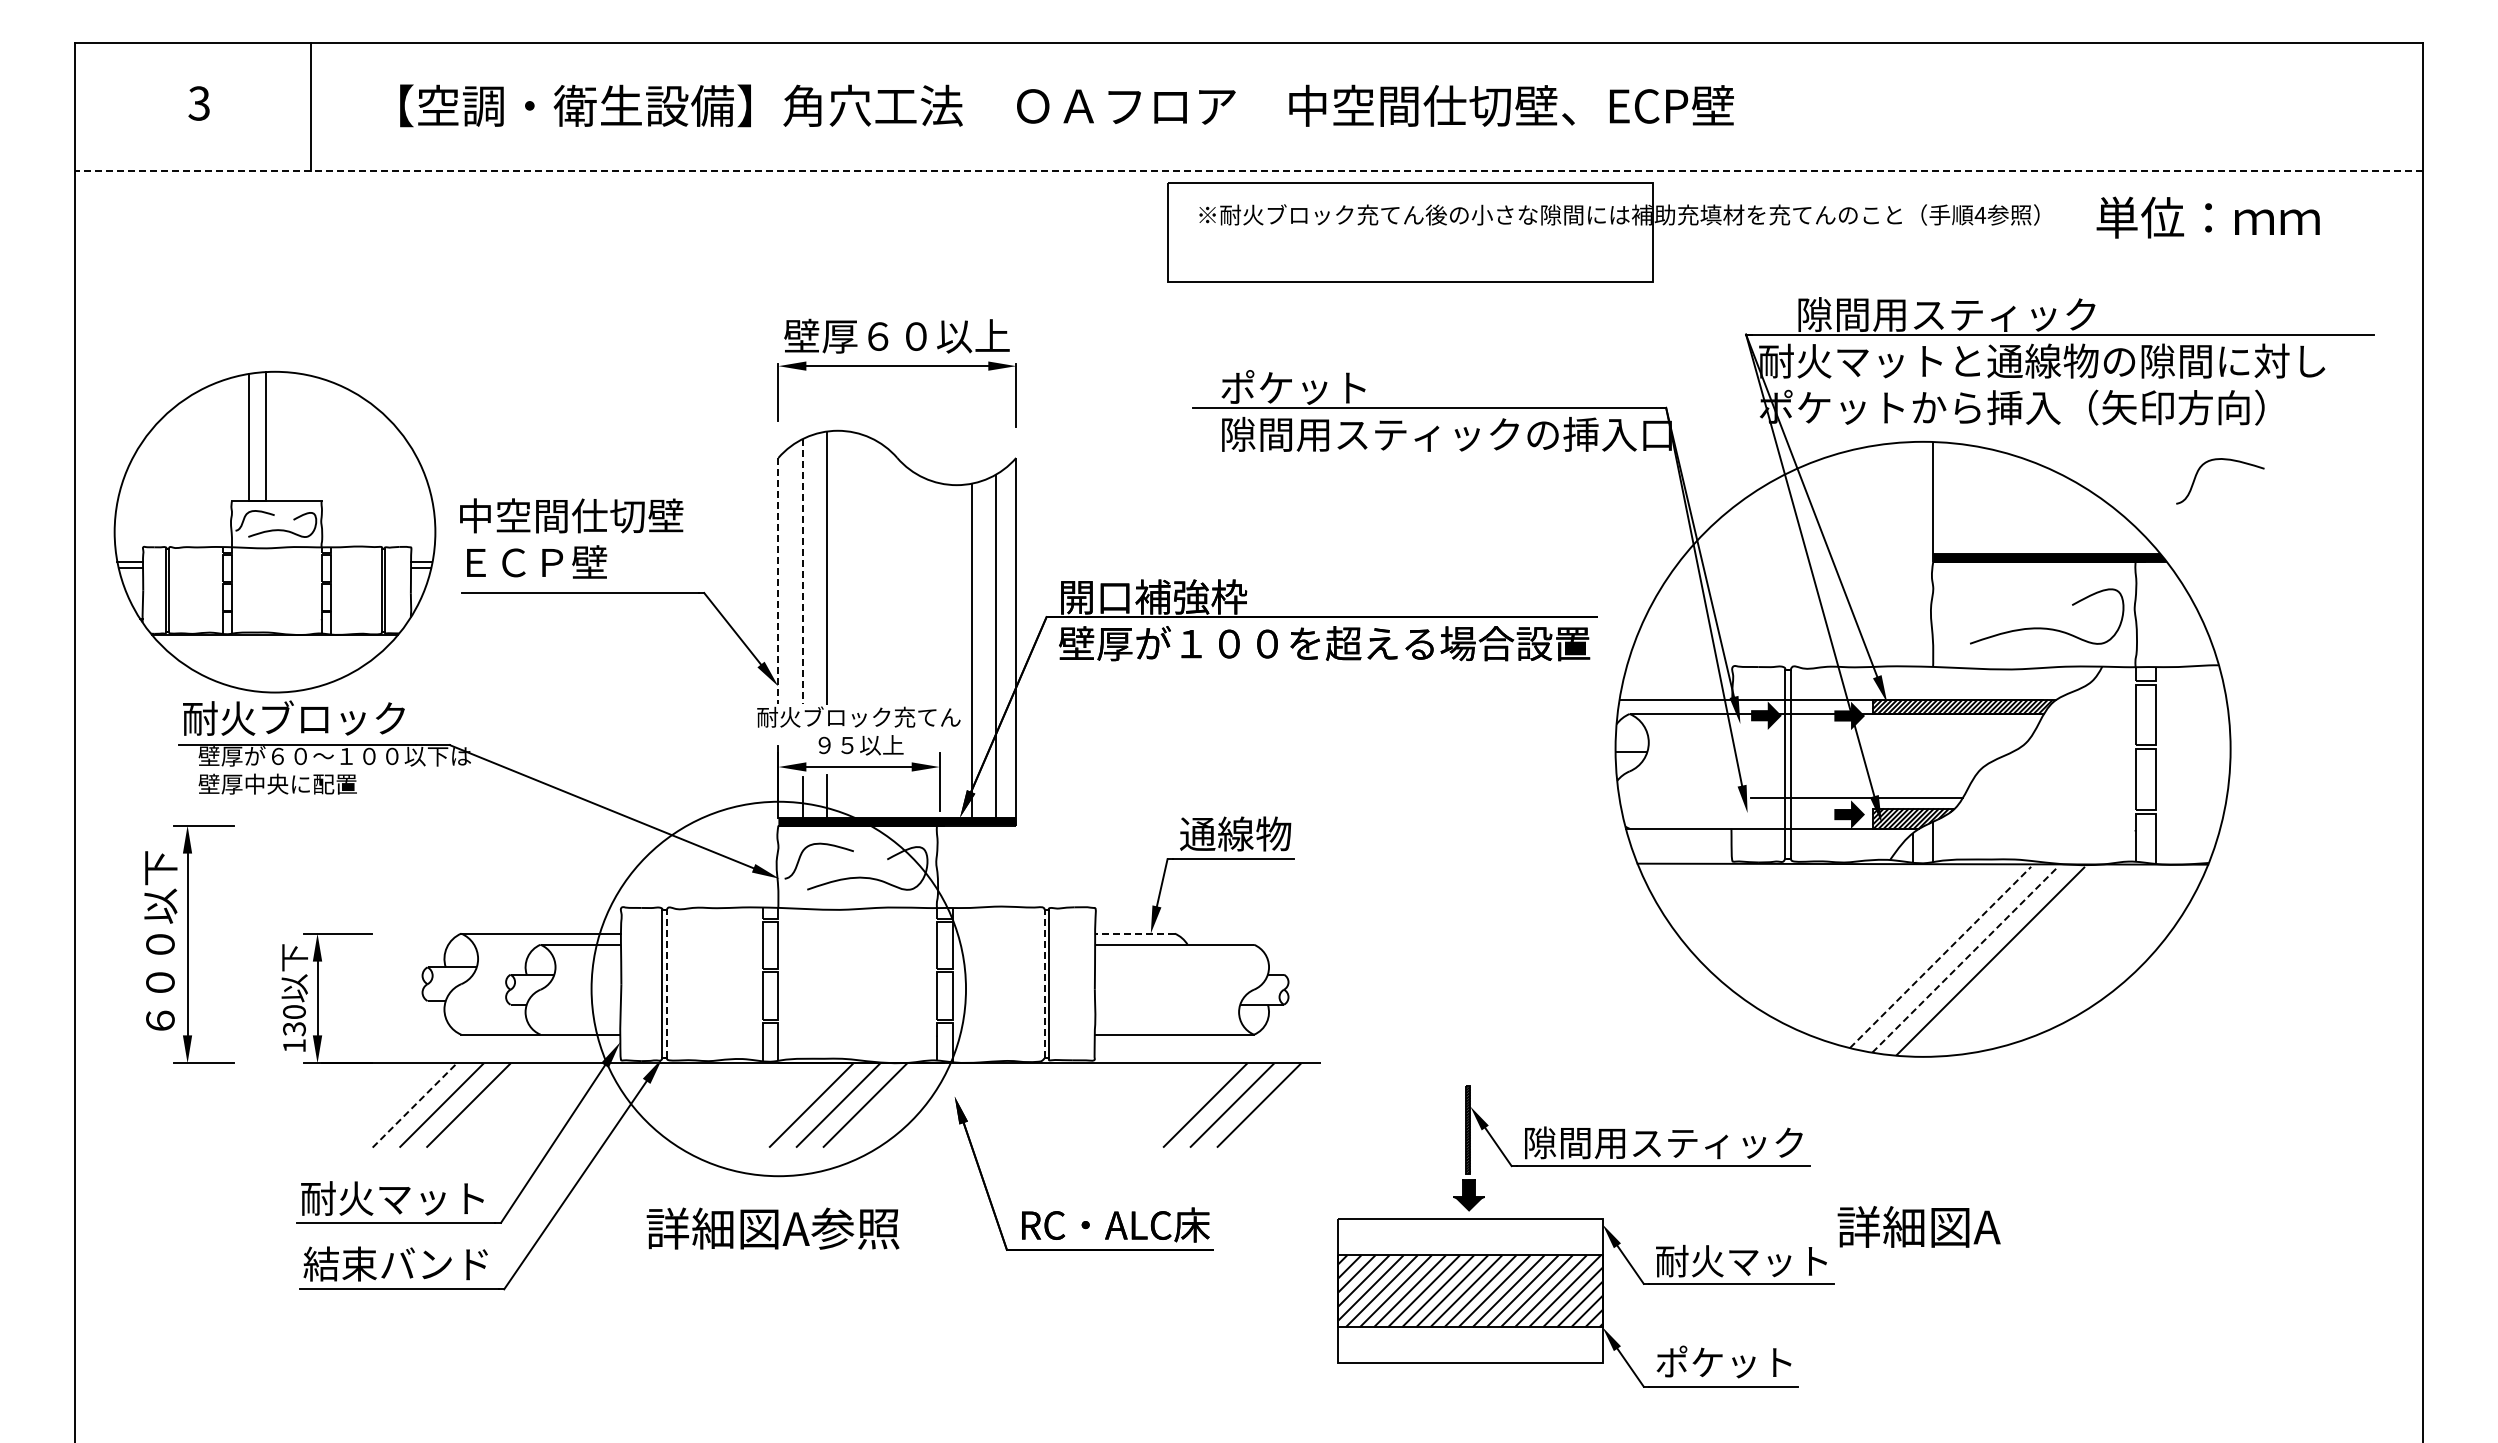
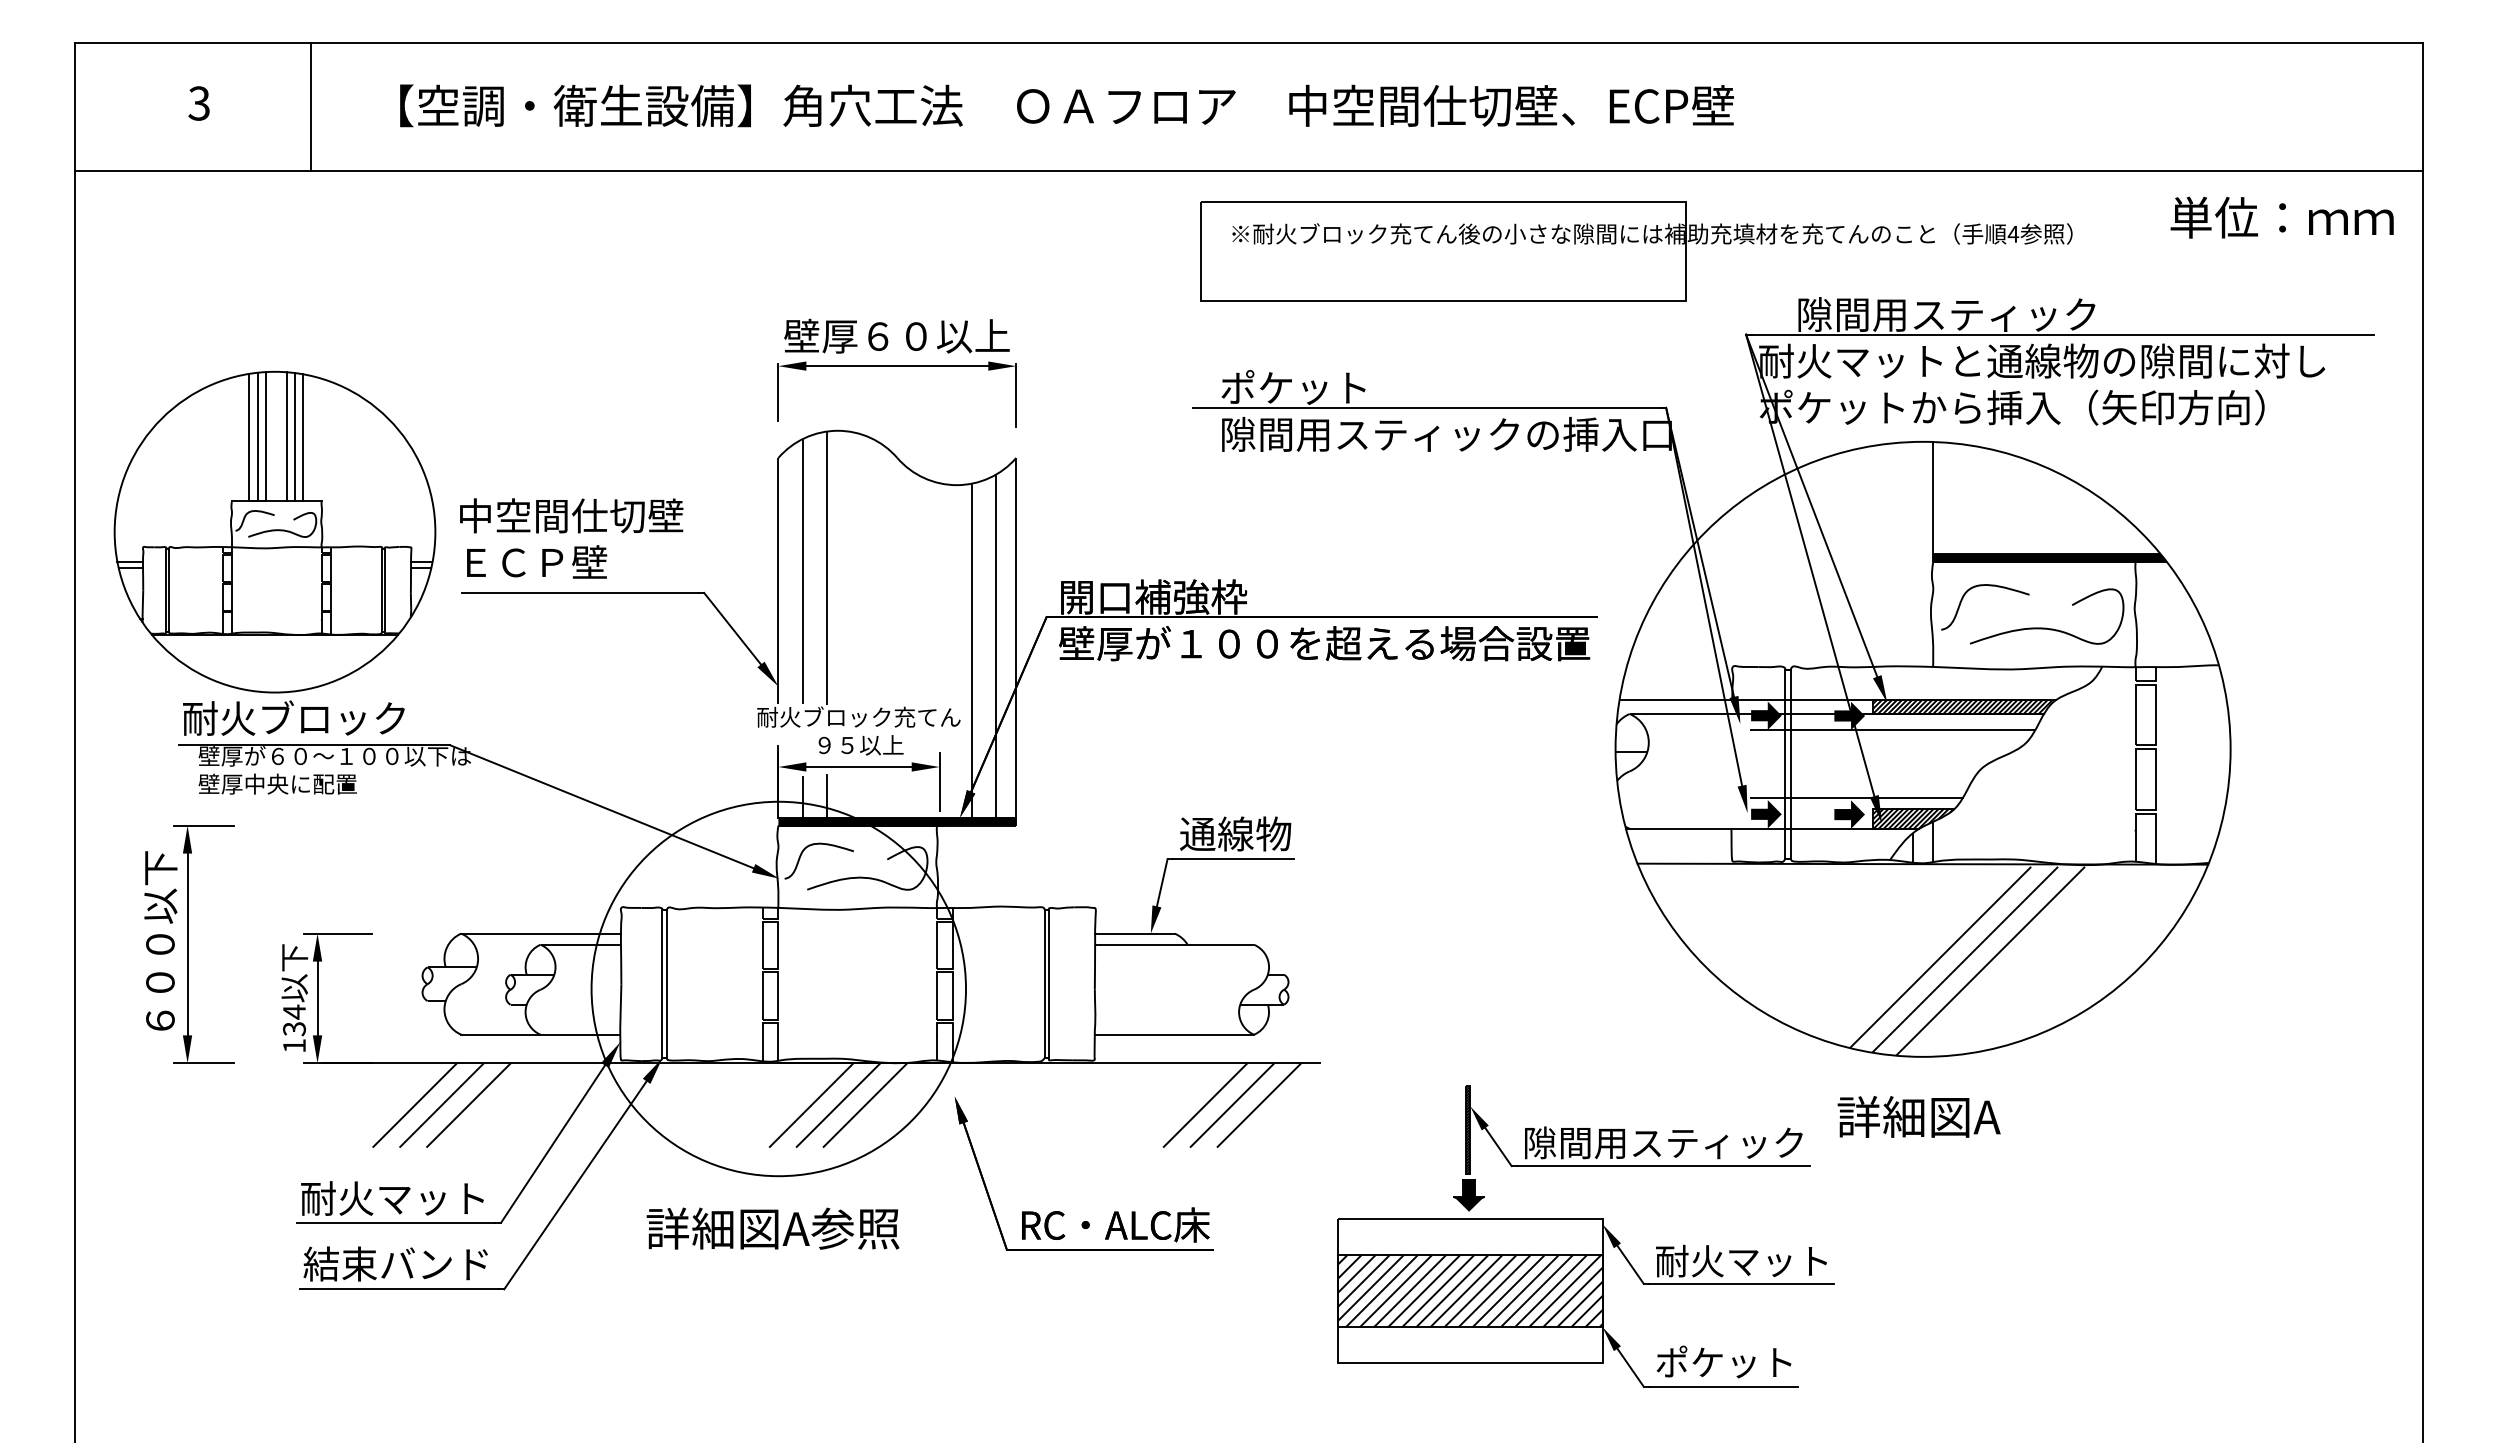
line at (1248, 170): dashed -> solid
text at (2207, 217) position: (2207, 217) -> (2281, 217)
part at (1603, 232) position: (1603, 232) -> (1636, 251)
line at (257, 436): none -> present
line at (286, 436): none -> present
line at (294, 436): none -> present
line at (303, 437): none -> present
curve at (2217, 460) position: (2217, 460) -> (1982, 586)
line at (802, 571): dashed -> solid
line at (778, 581): dashed -> solid
line at (1893, 730): none -> present
fill at (1766, 814): none -> present
line at (1134, 933): dashed -> solid
line at (1940, 957): dashed -> solid
line at (1965, 959): dashed -> solid
line at (666, 983): dashed -> solid
line at (1044, 983): dashed -> solid
text at (294, 1011): 130 -> 134
line at (414, 1105): dashed -> solid
text at (1918, 1226) position: (1918, 1226) -> (1918, 1116)
